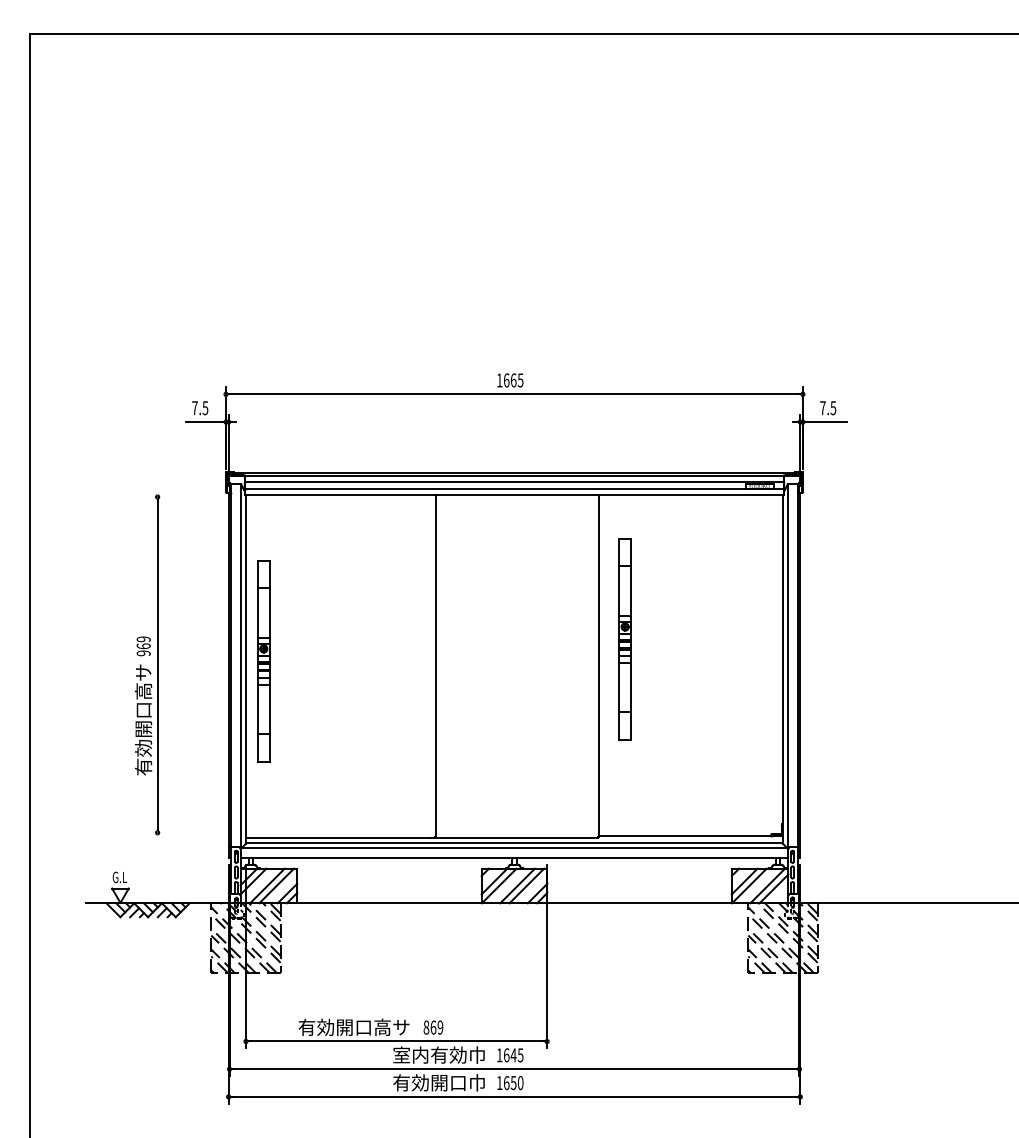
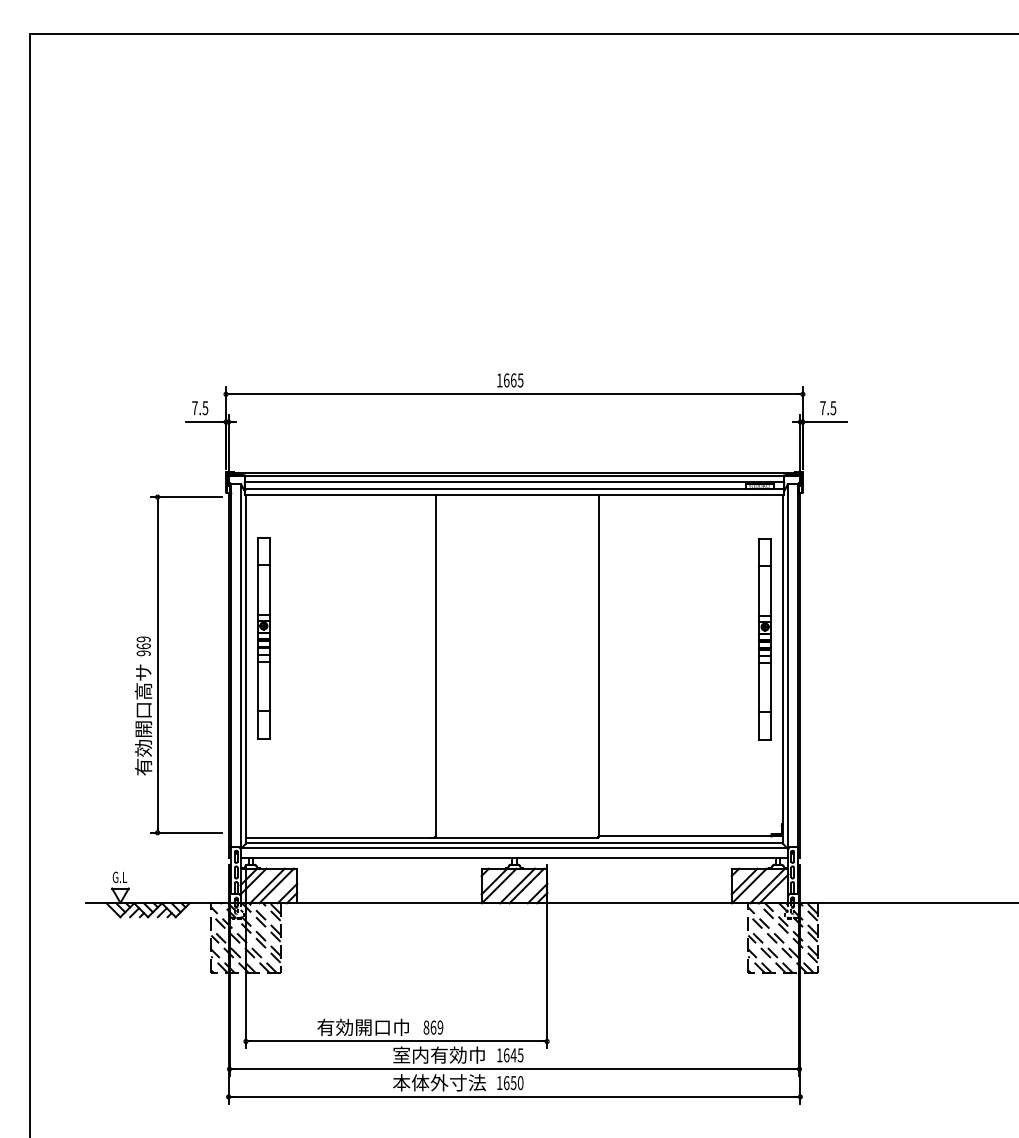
line at (185, 497): none -> present
part at (624, 639) position: (624, 639) -> (764, 639)
part at (263, 661) position: (263, 661) -> (263, 638)
line at (185, 832): none -> present
text at (353, 1027): 有効開口高サ -> 有効開口巾
text at (439, 1082): 有効開口巾 -> 本体外寸法
